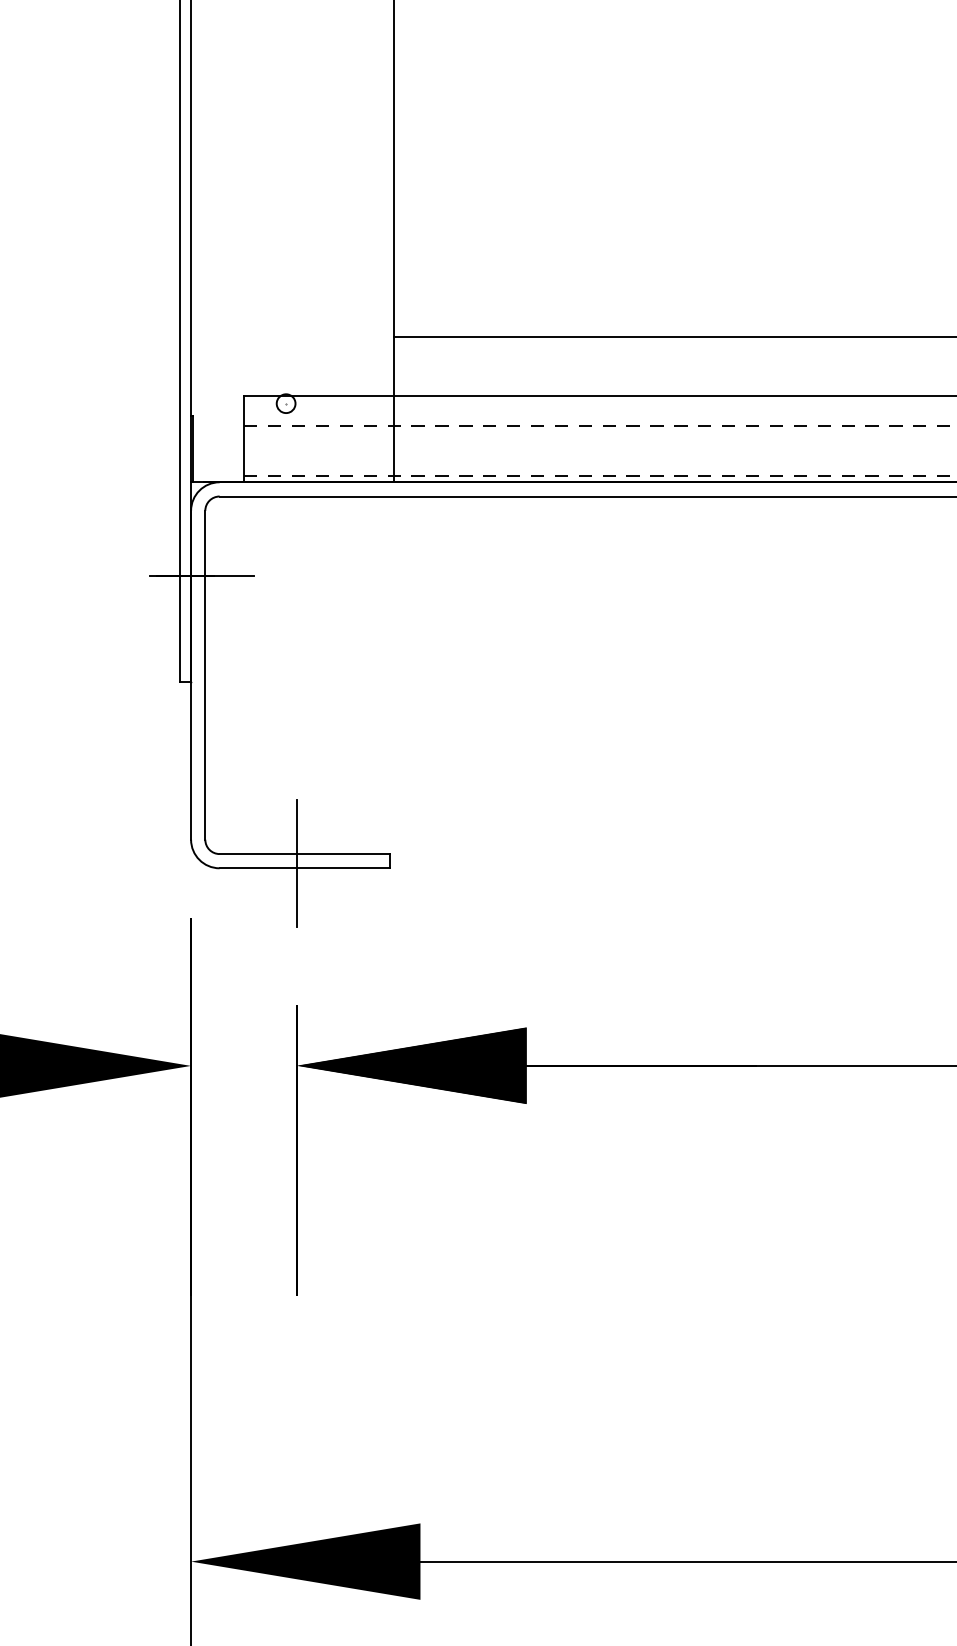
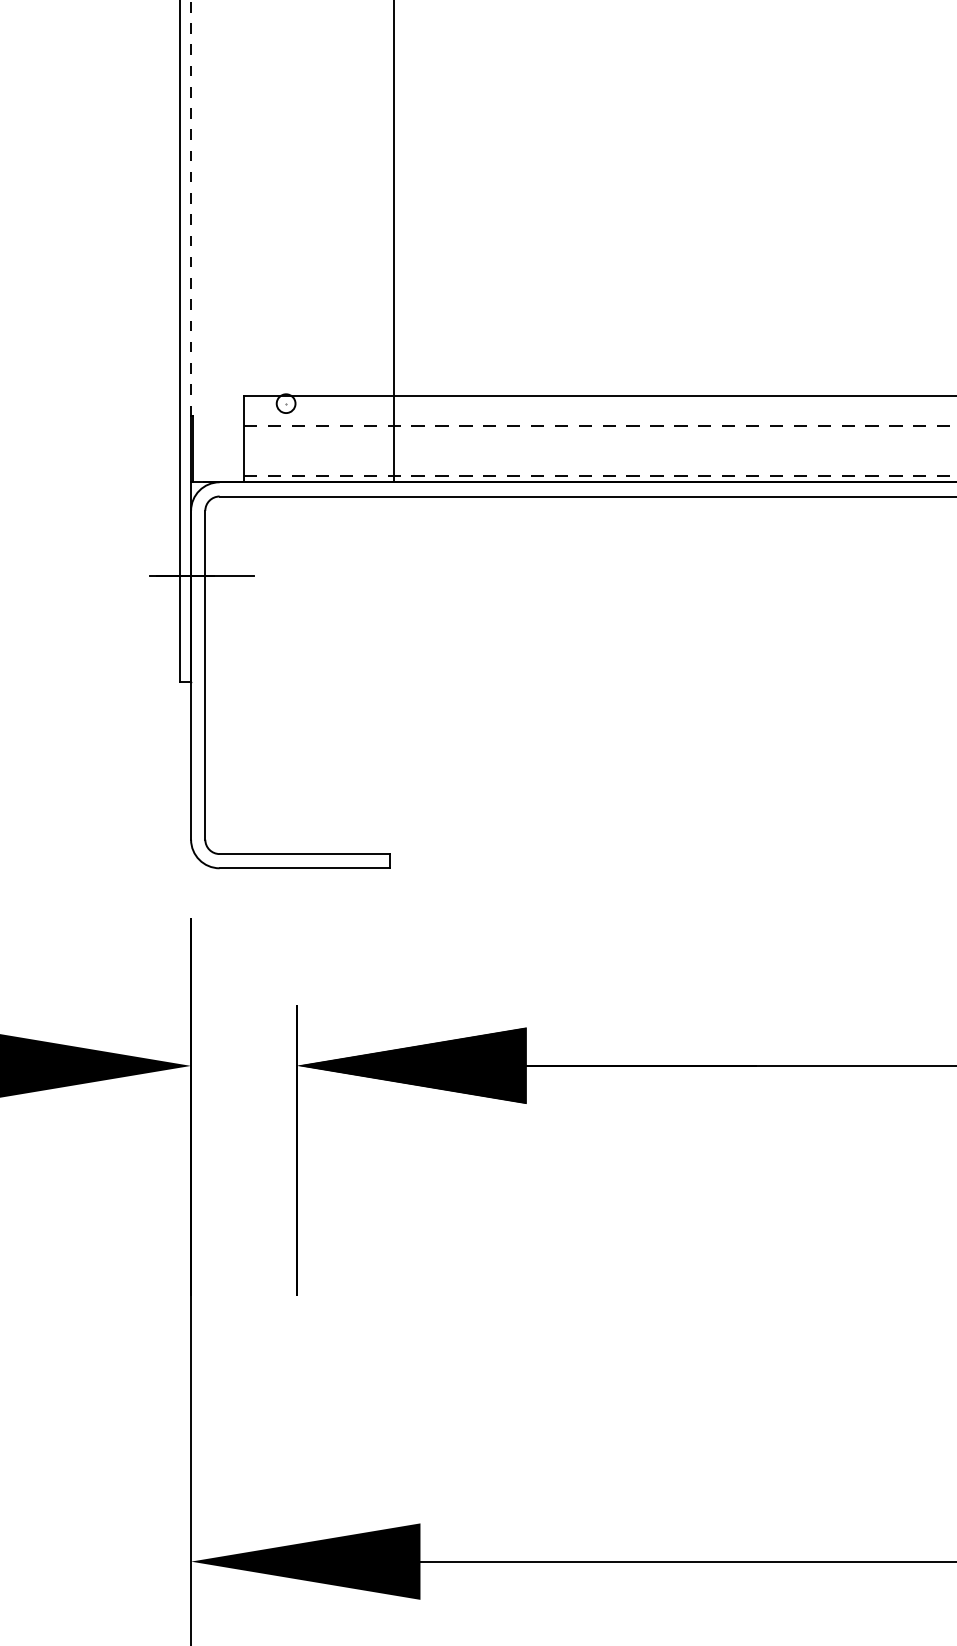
line at (191, 208): solid -> dashed
line at (673, 337): present -> none
line at (297, 863): present -> none
